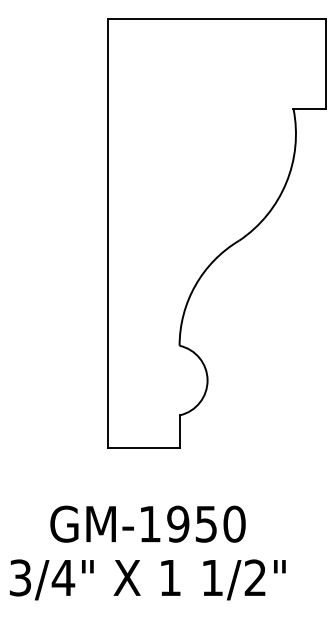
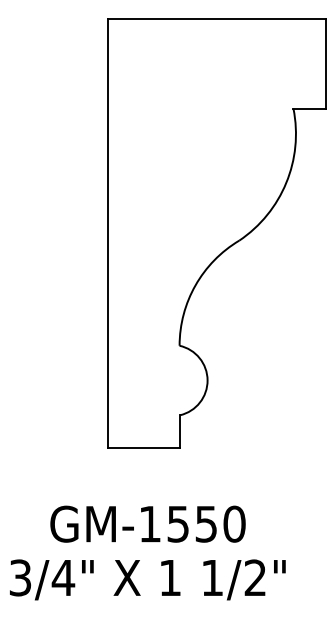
text at (178, 523): GM-1950 -> GM-1550
